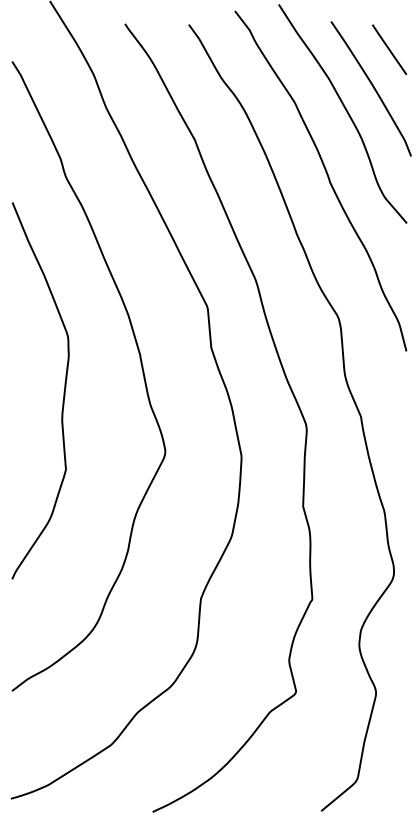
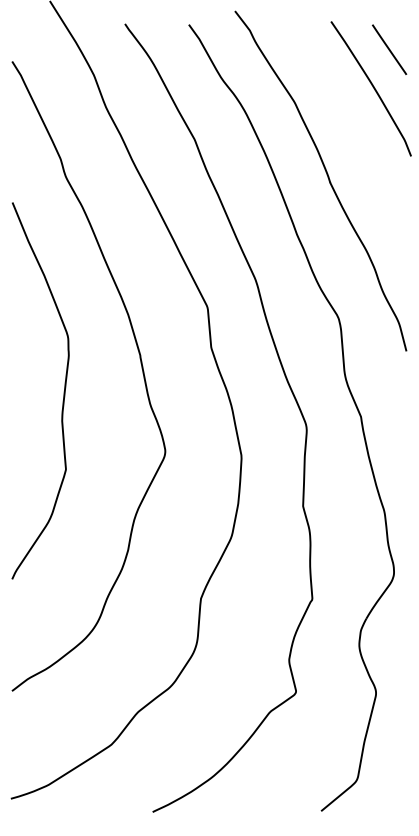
curve at (346, 112): present -> none
